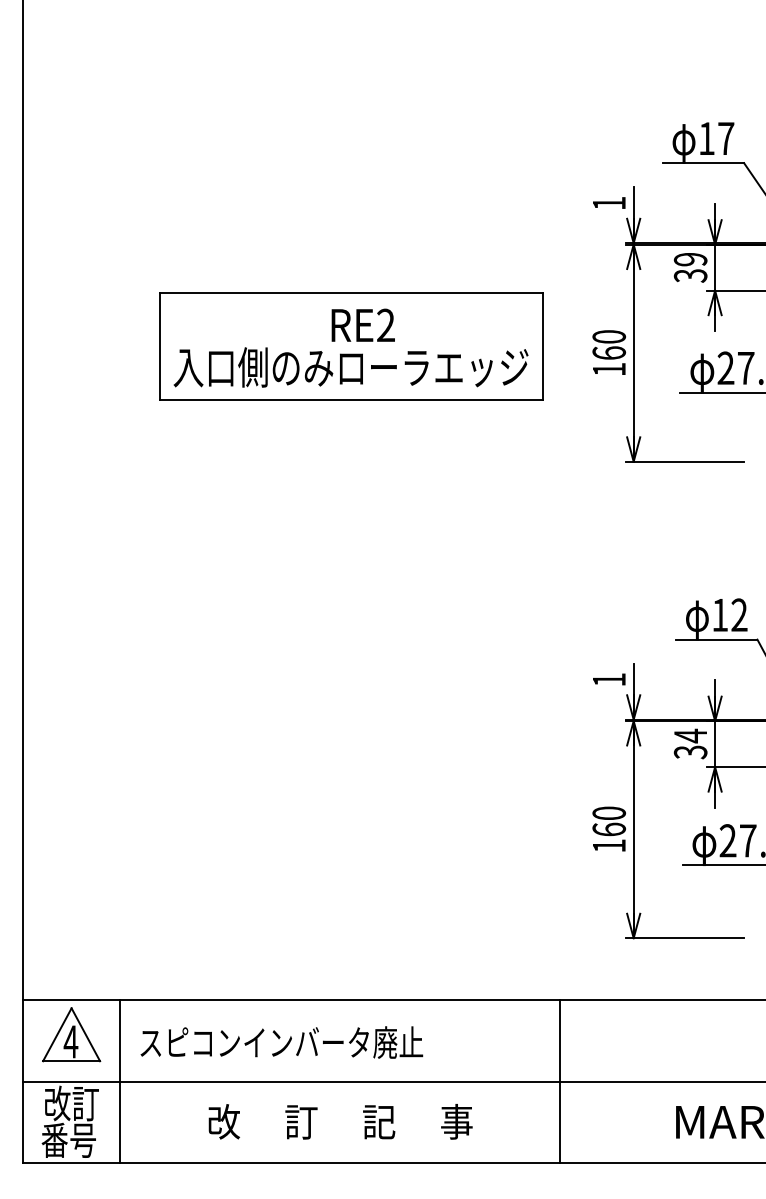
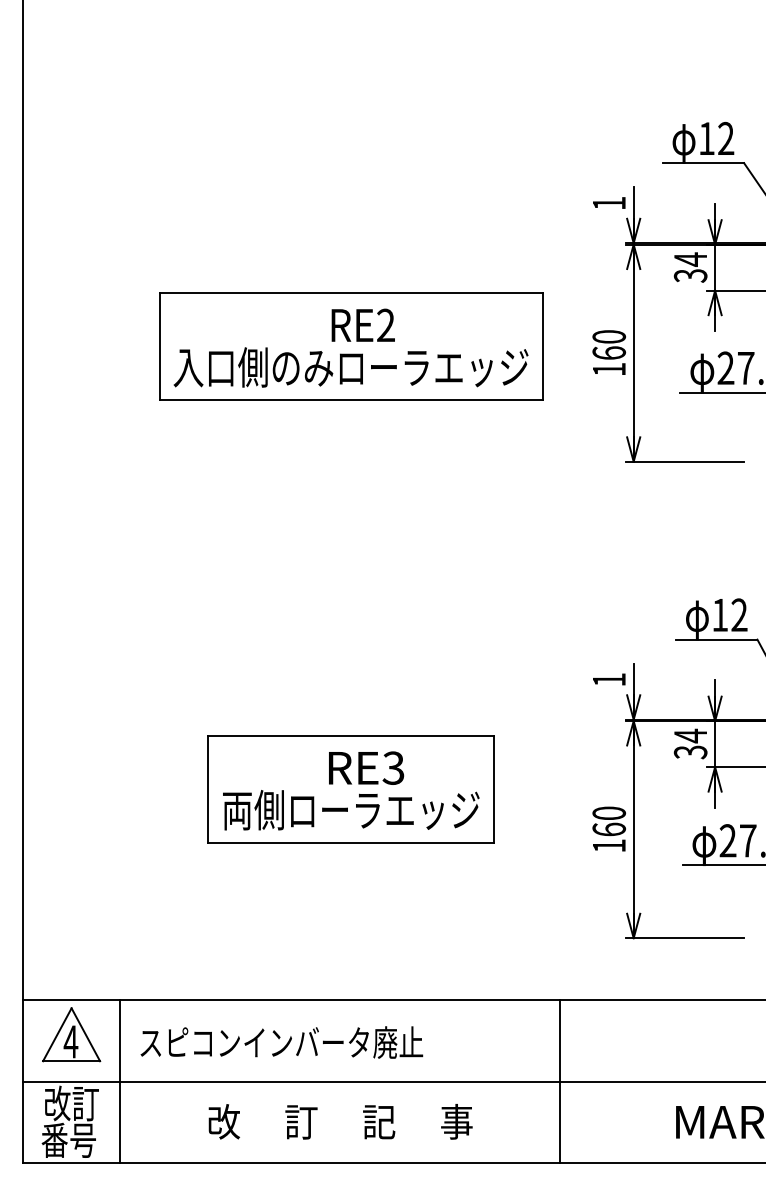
text at (726, 137): 17 -> 12
text at (690, 259): 39 -> 34
part at (350, 789): none -> present
